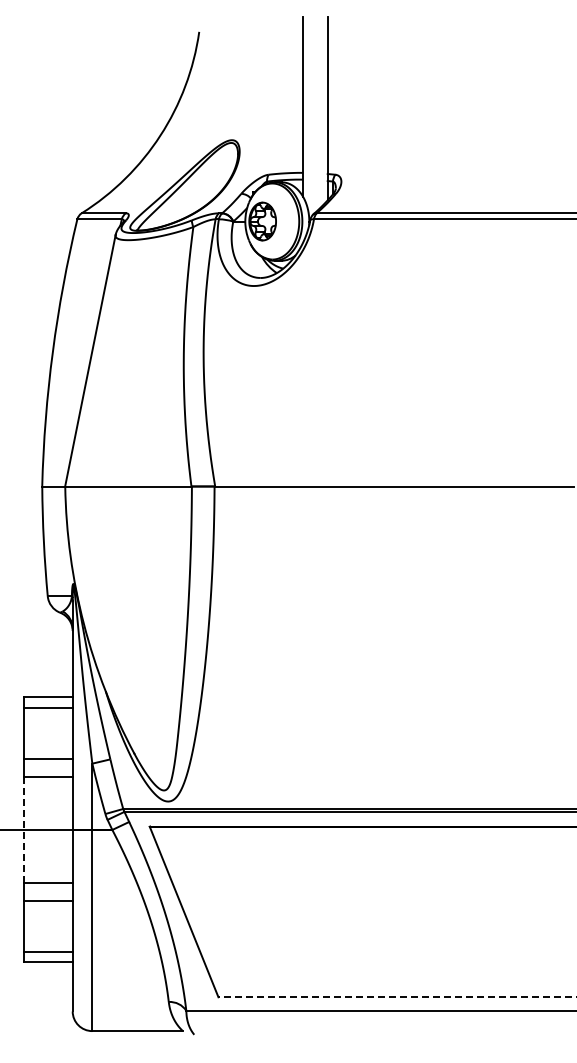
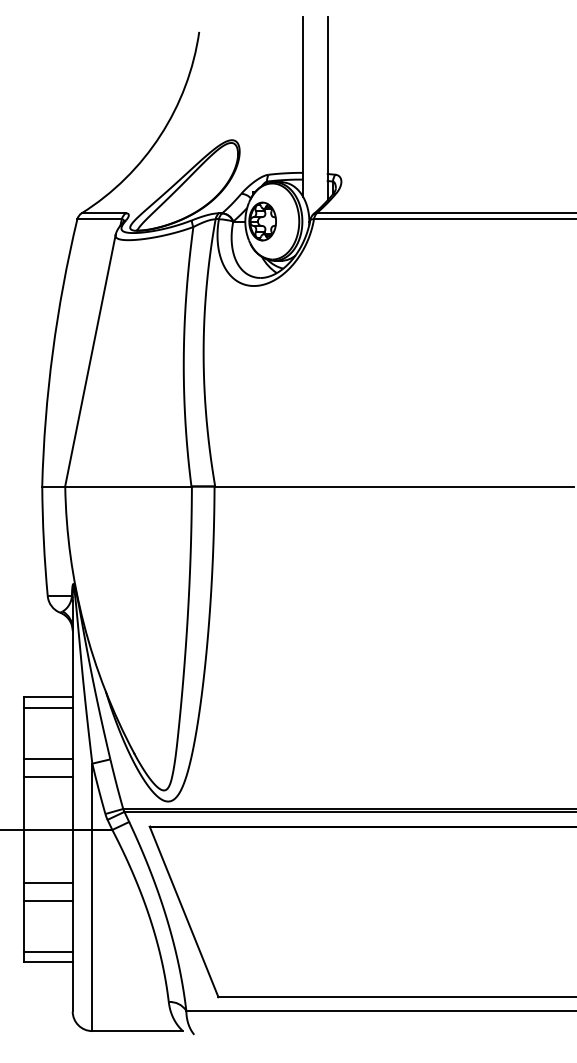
line at (23, 829): dashed -> solid
line at (397, 997): dashed -> solid
